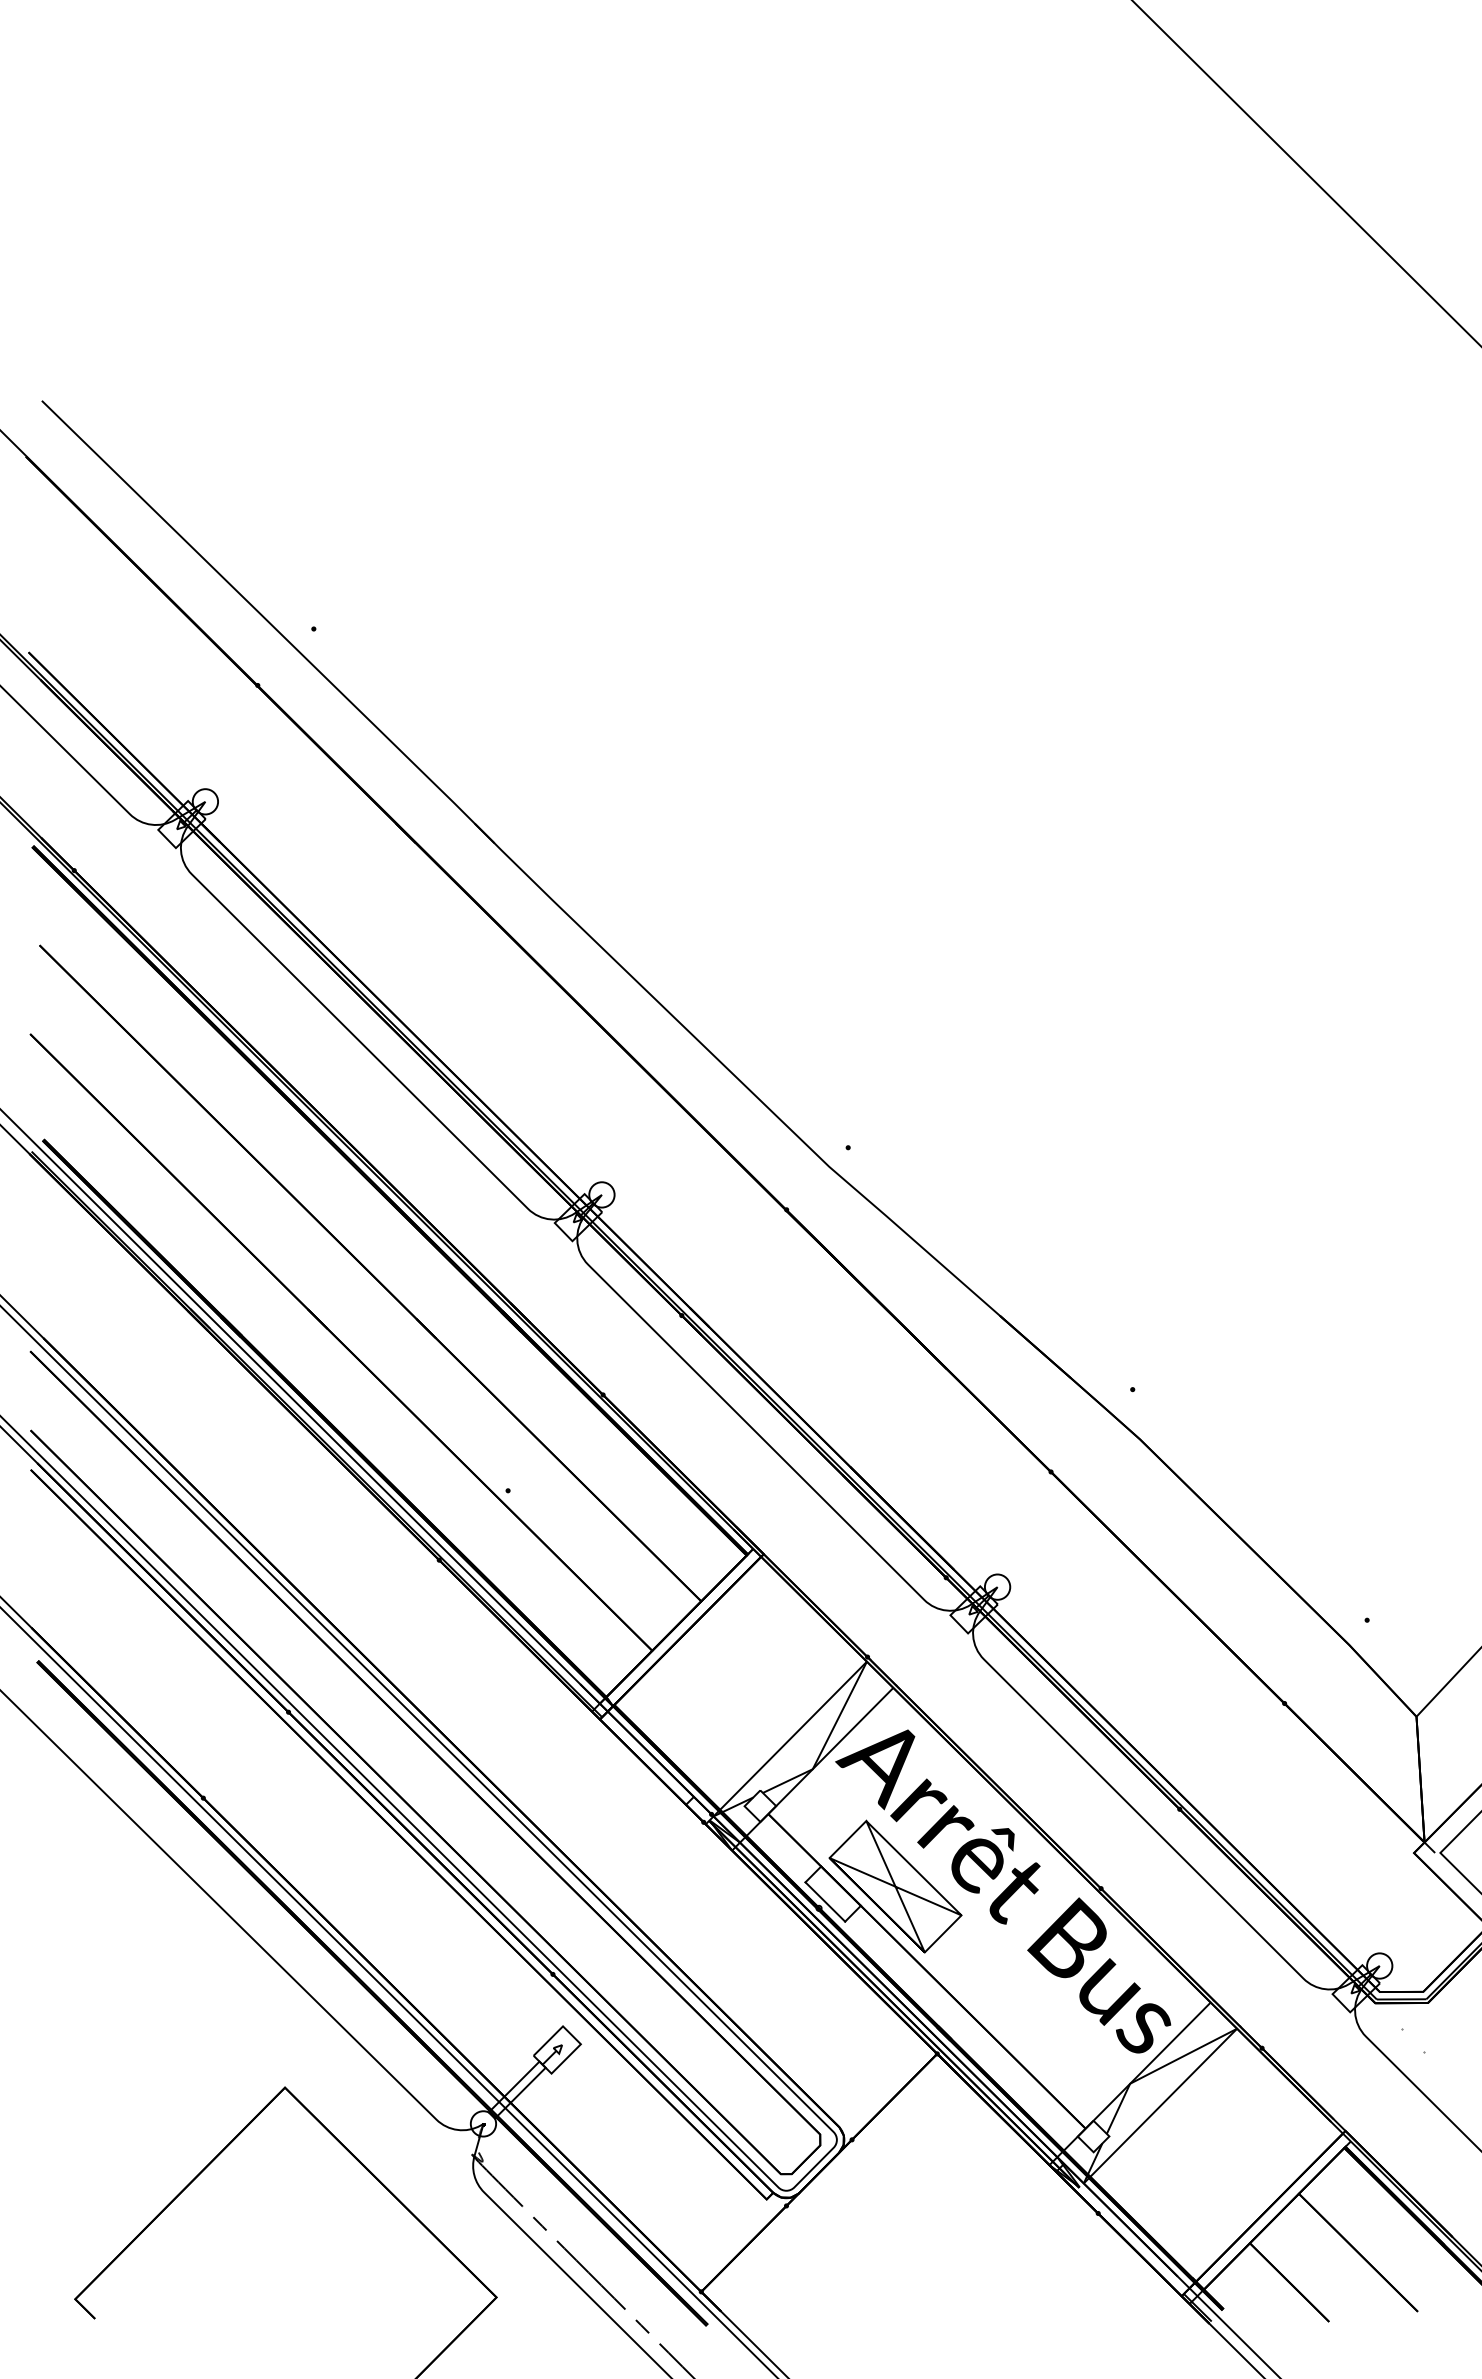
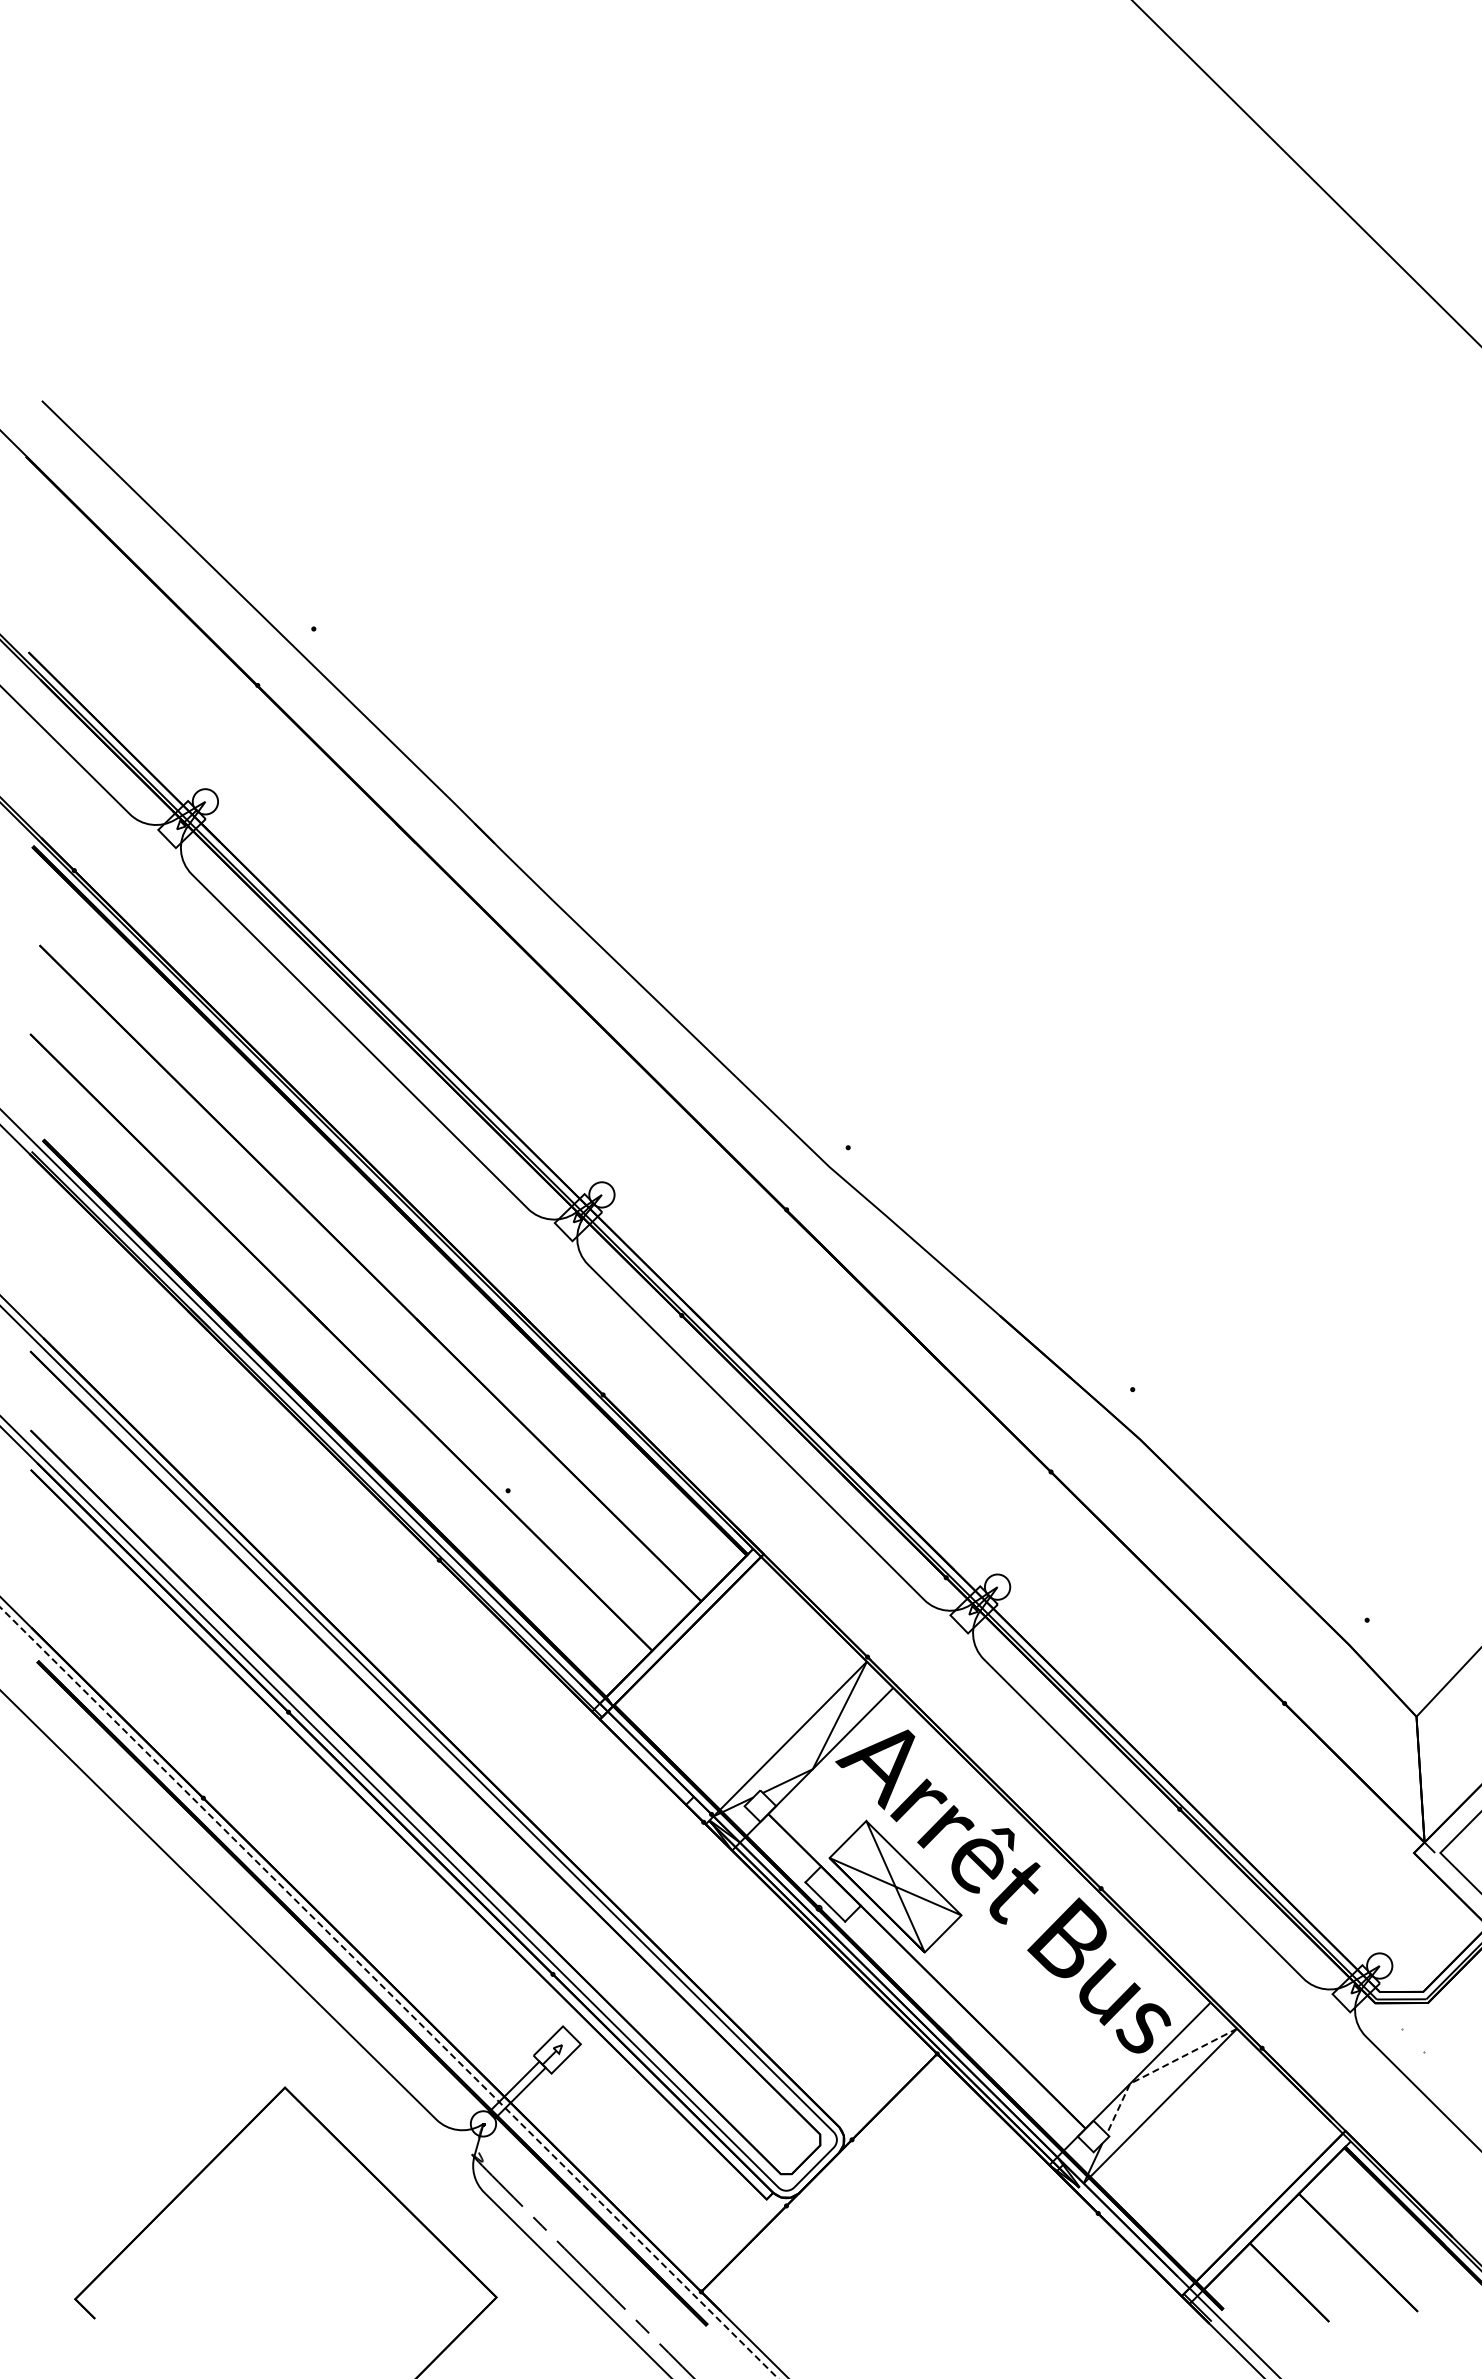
line at (389, 1993): solid -> dashed
line at (1158, 2069): solid -> dashed
